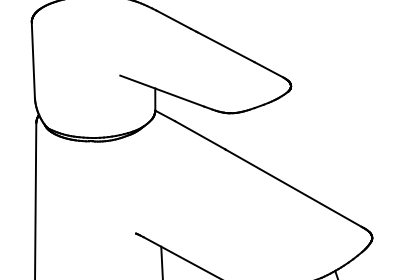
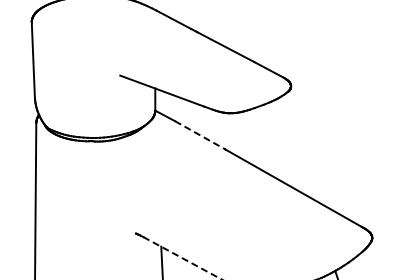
line at (200, 135): solid -> dashed
line at (182, 258): solid -> dashed
